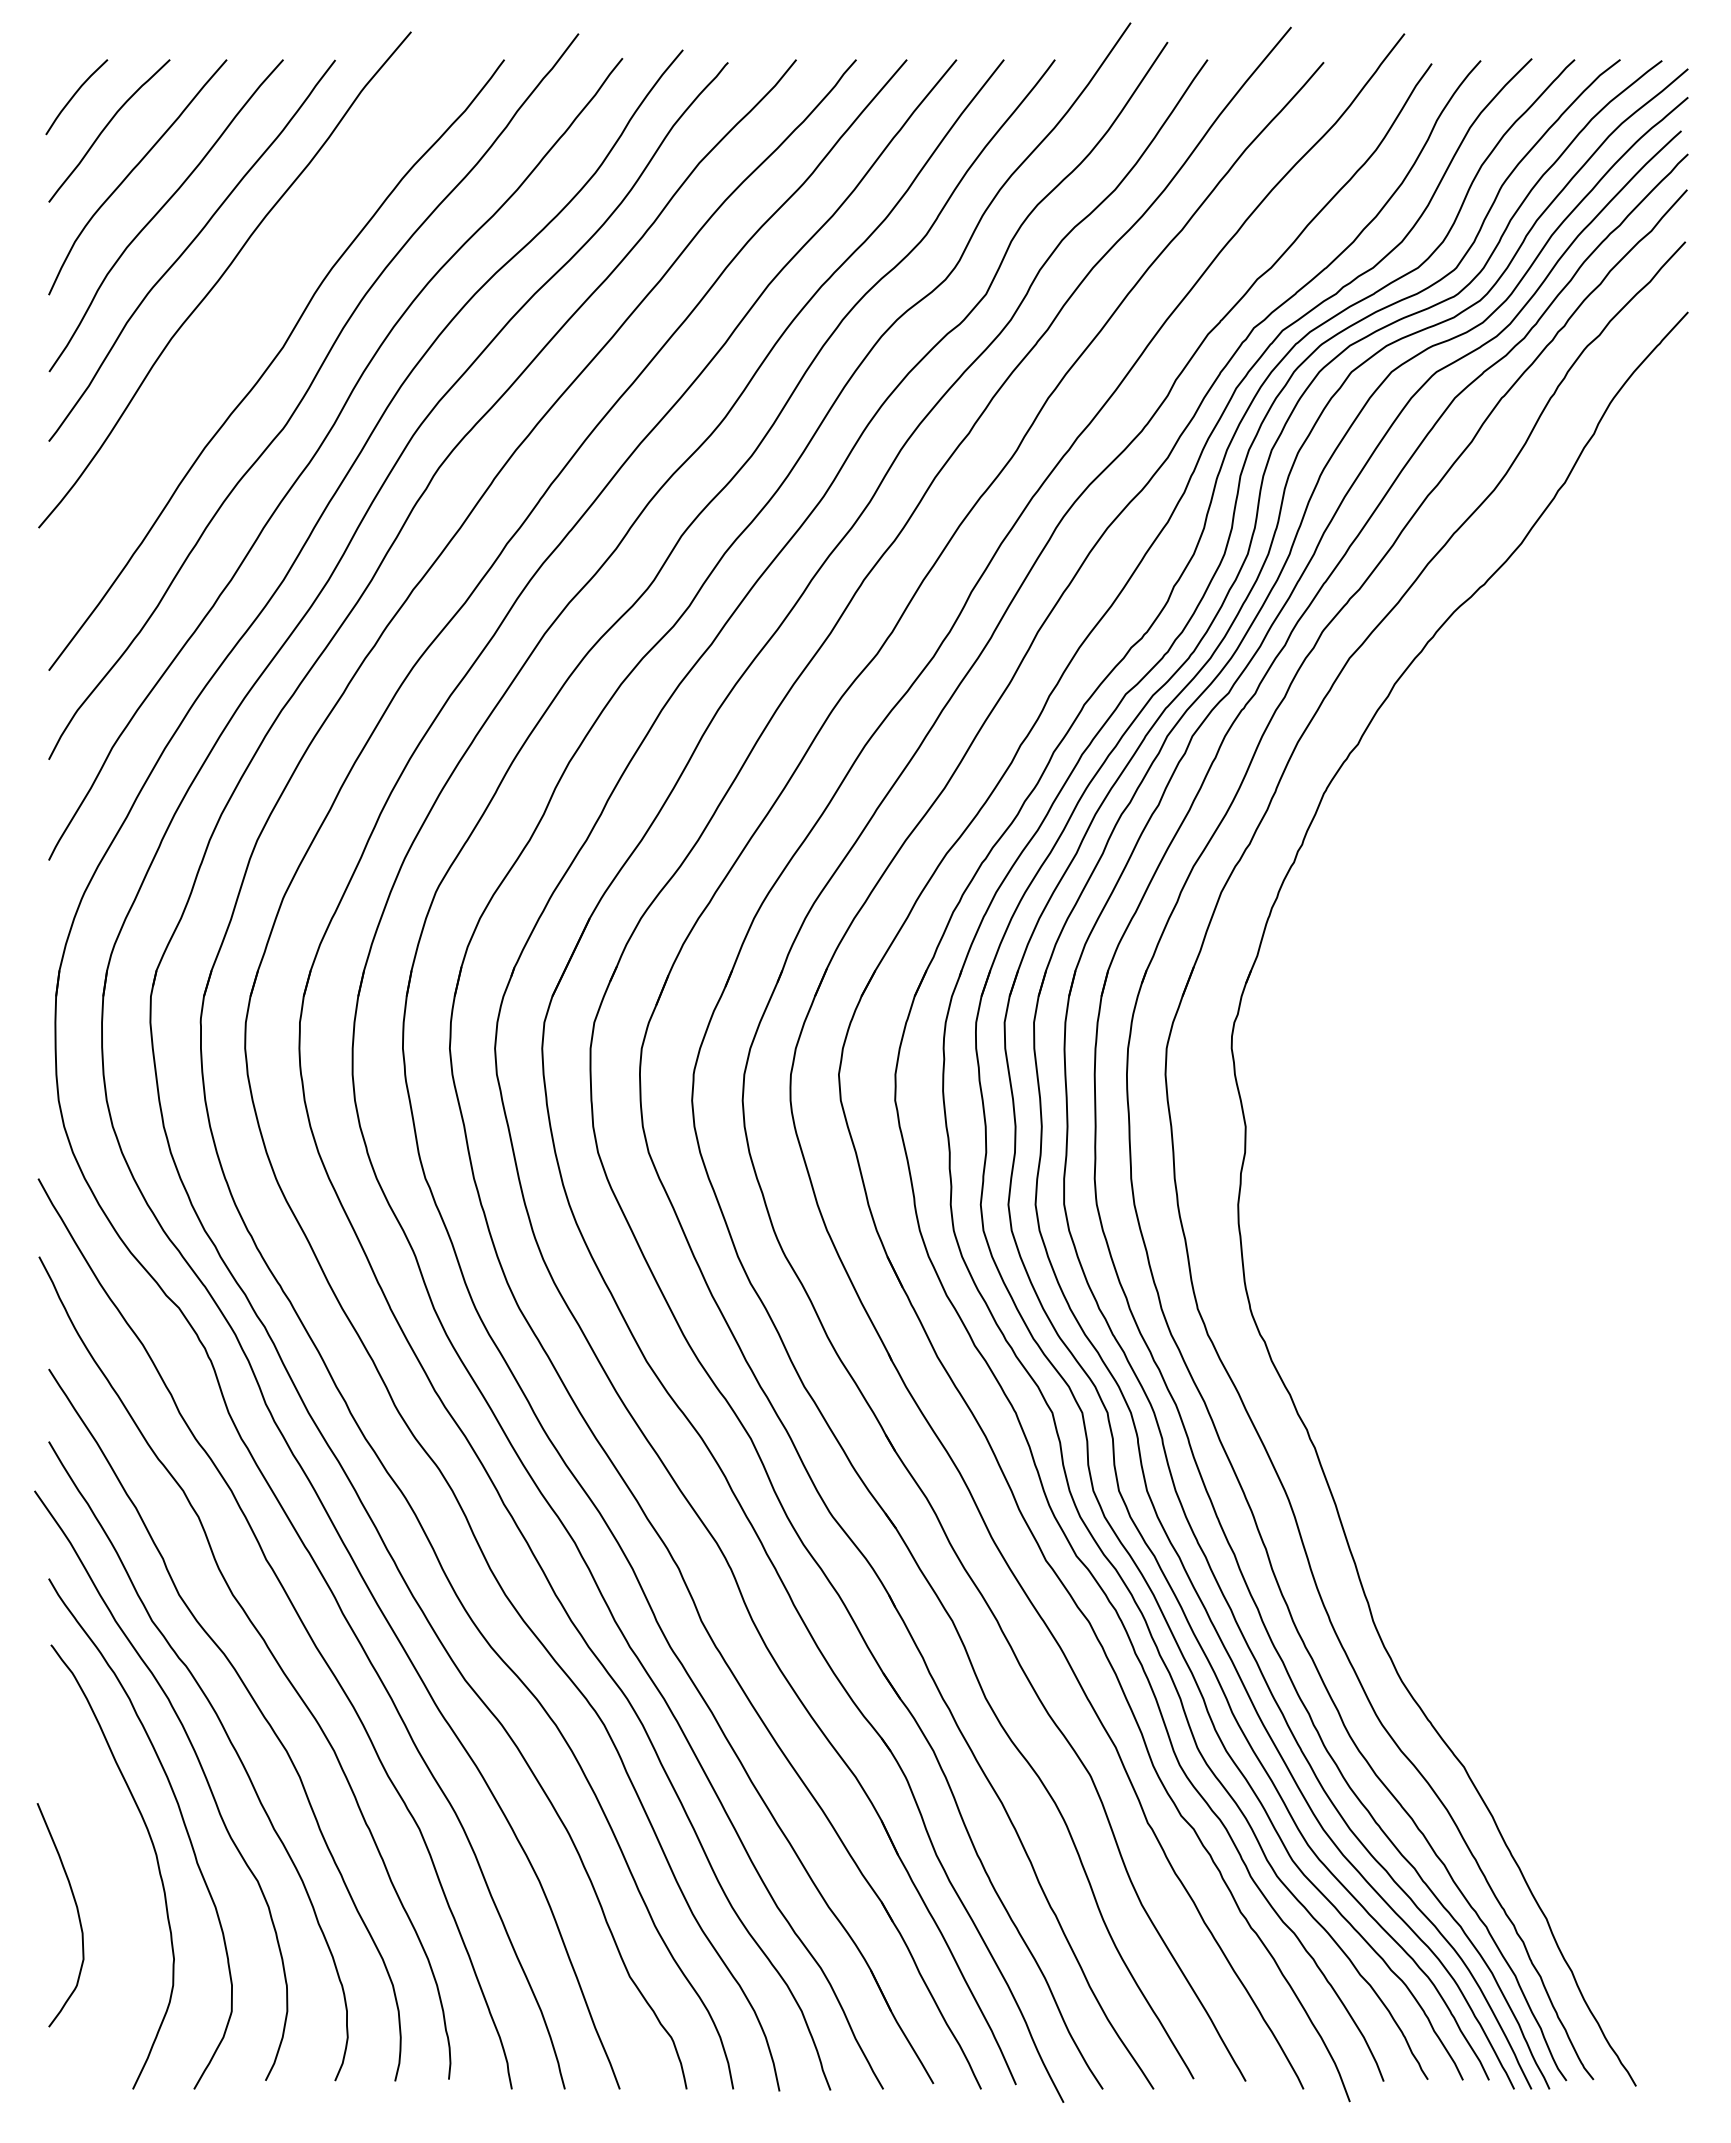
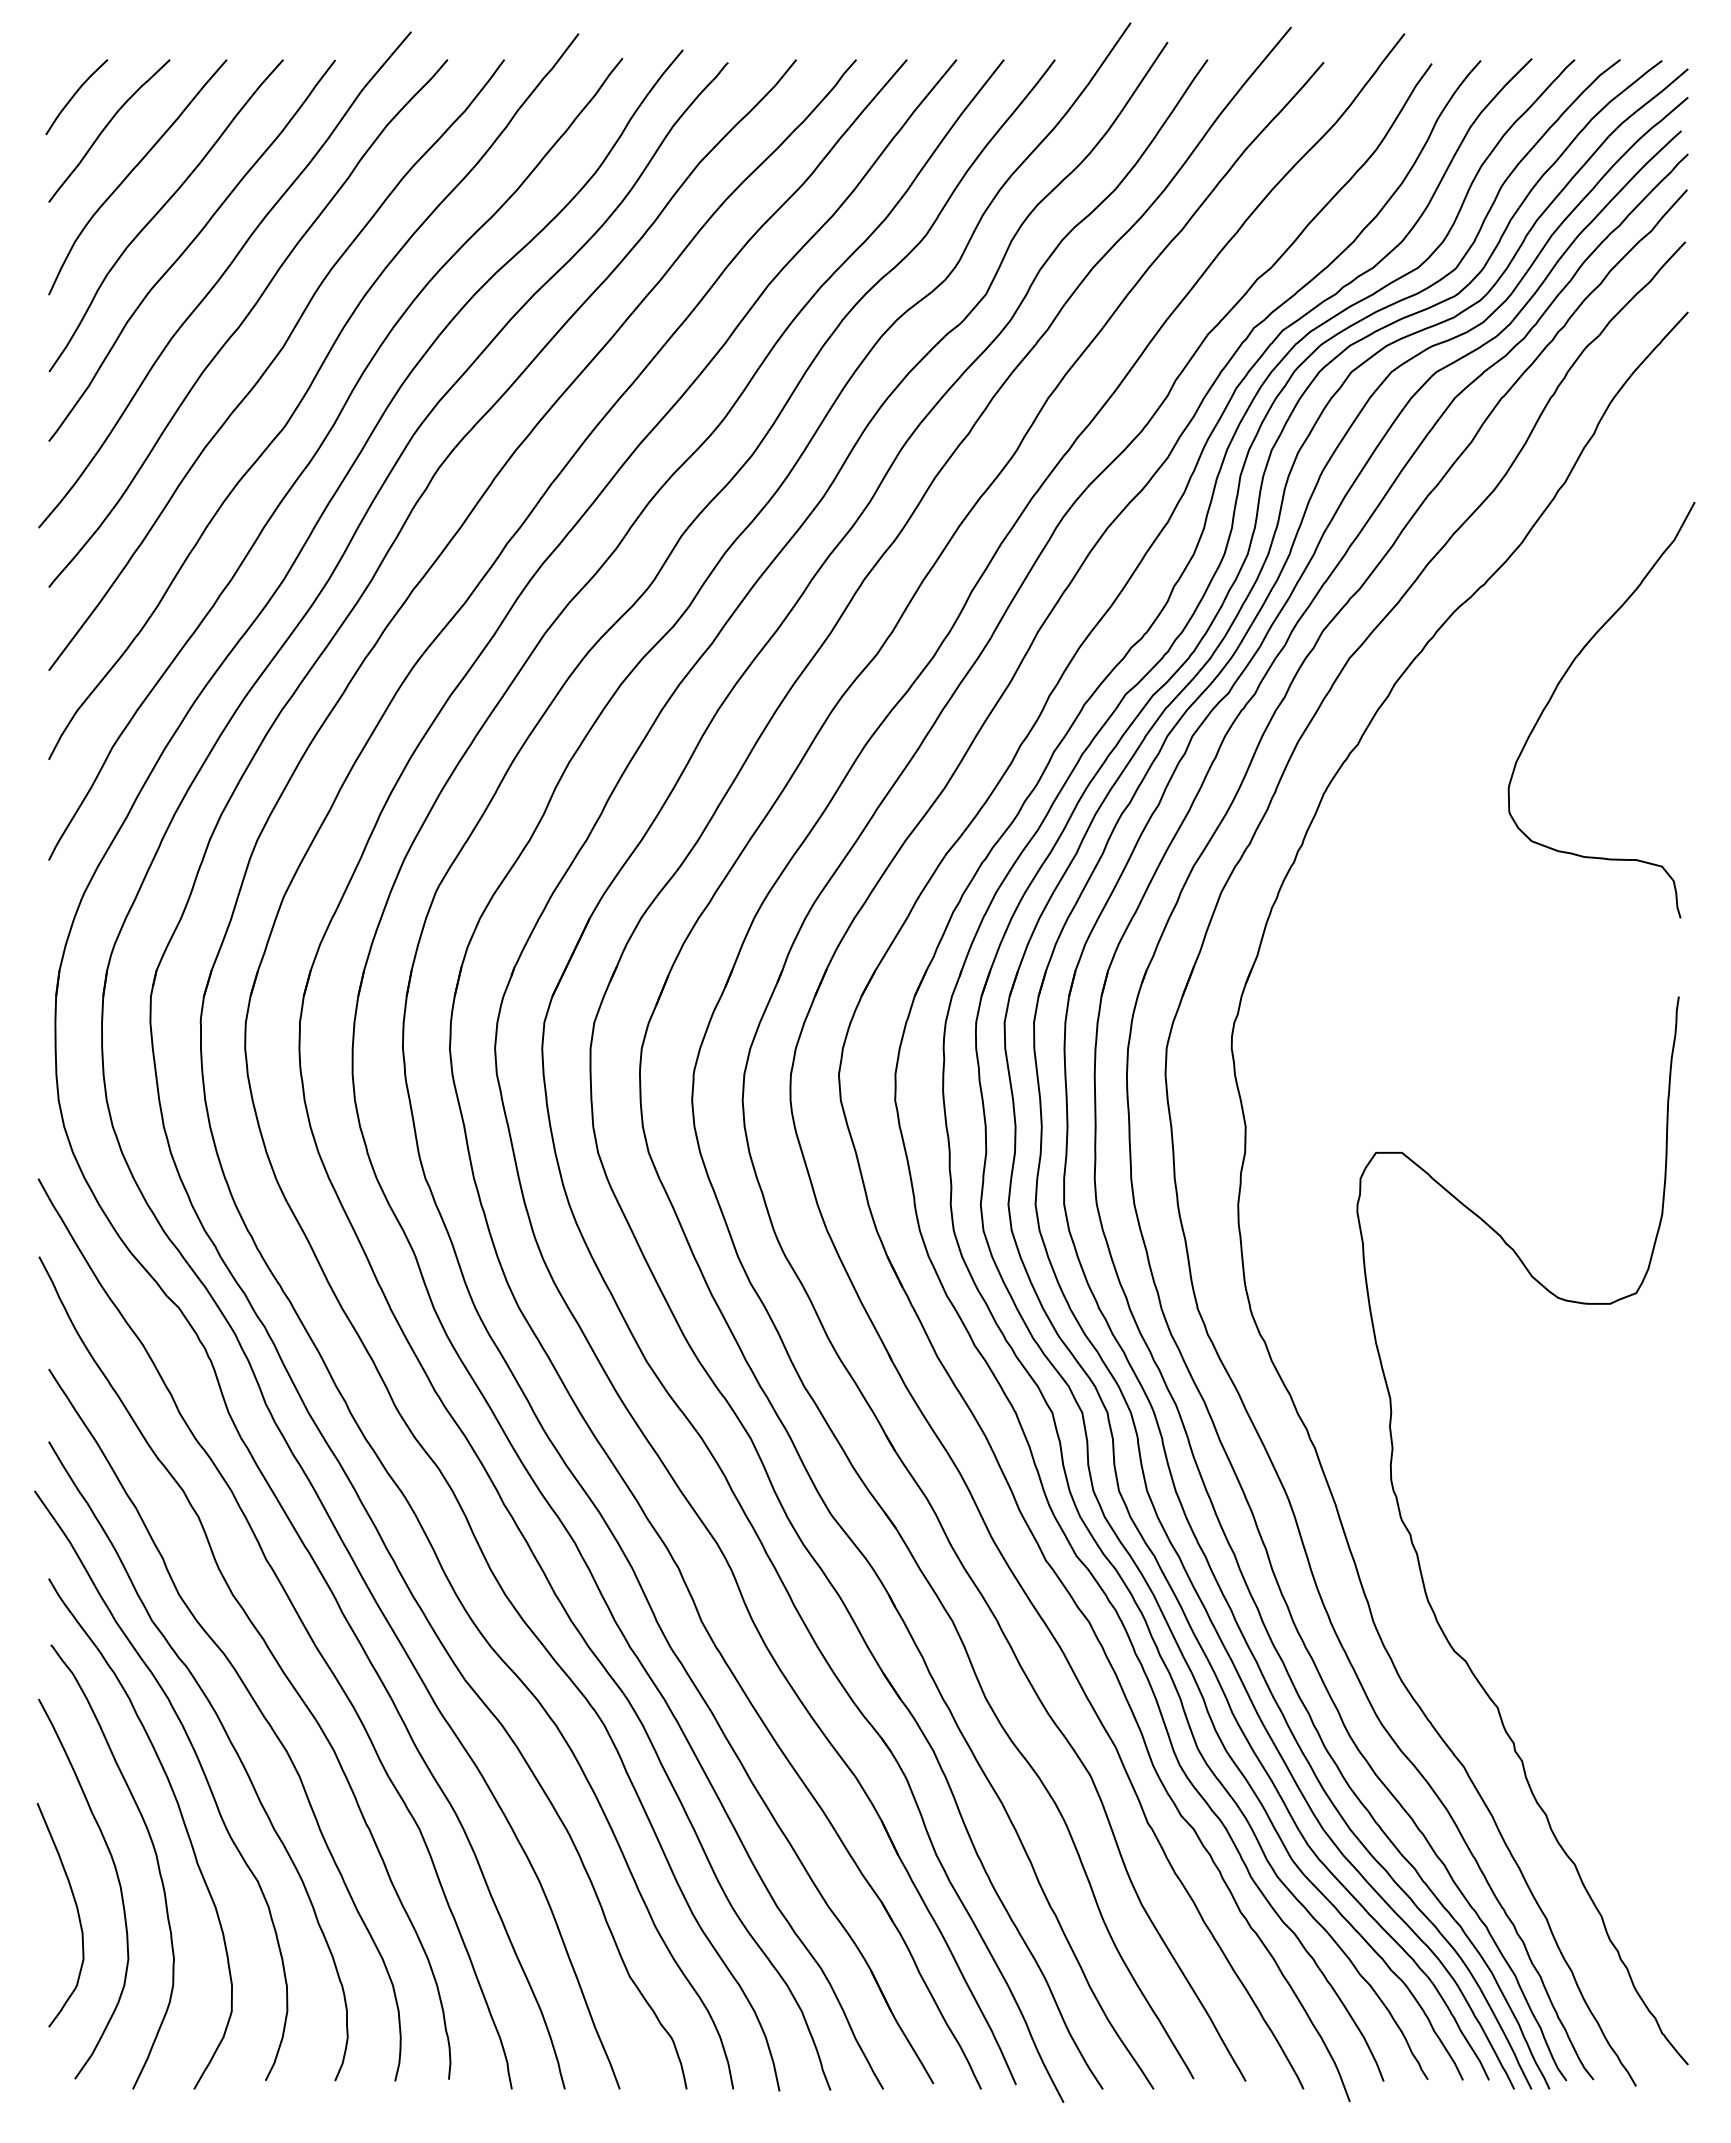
curve at (244, 321): none -> present
curve at (1561, 681): none -> present
curve at (1418, 1555): none -> present
curve at (116, 1876): none -> present
